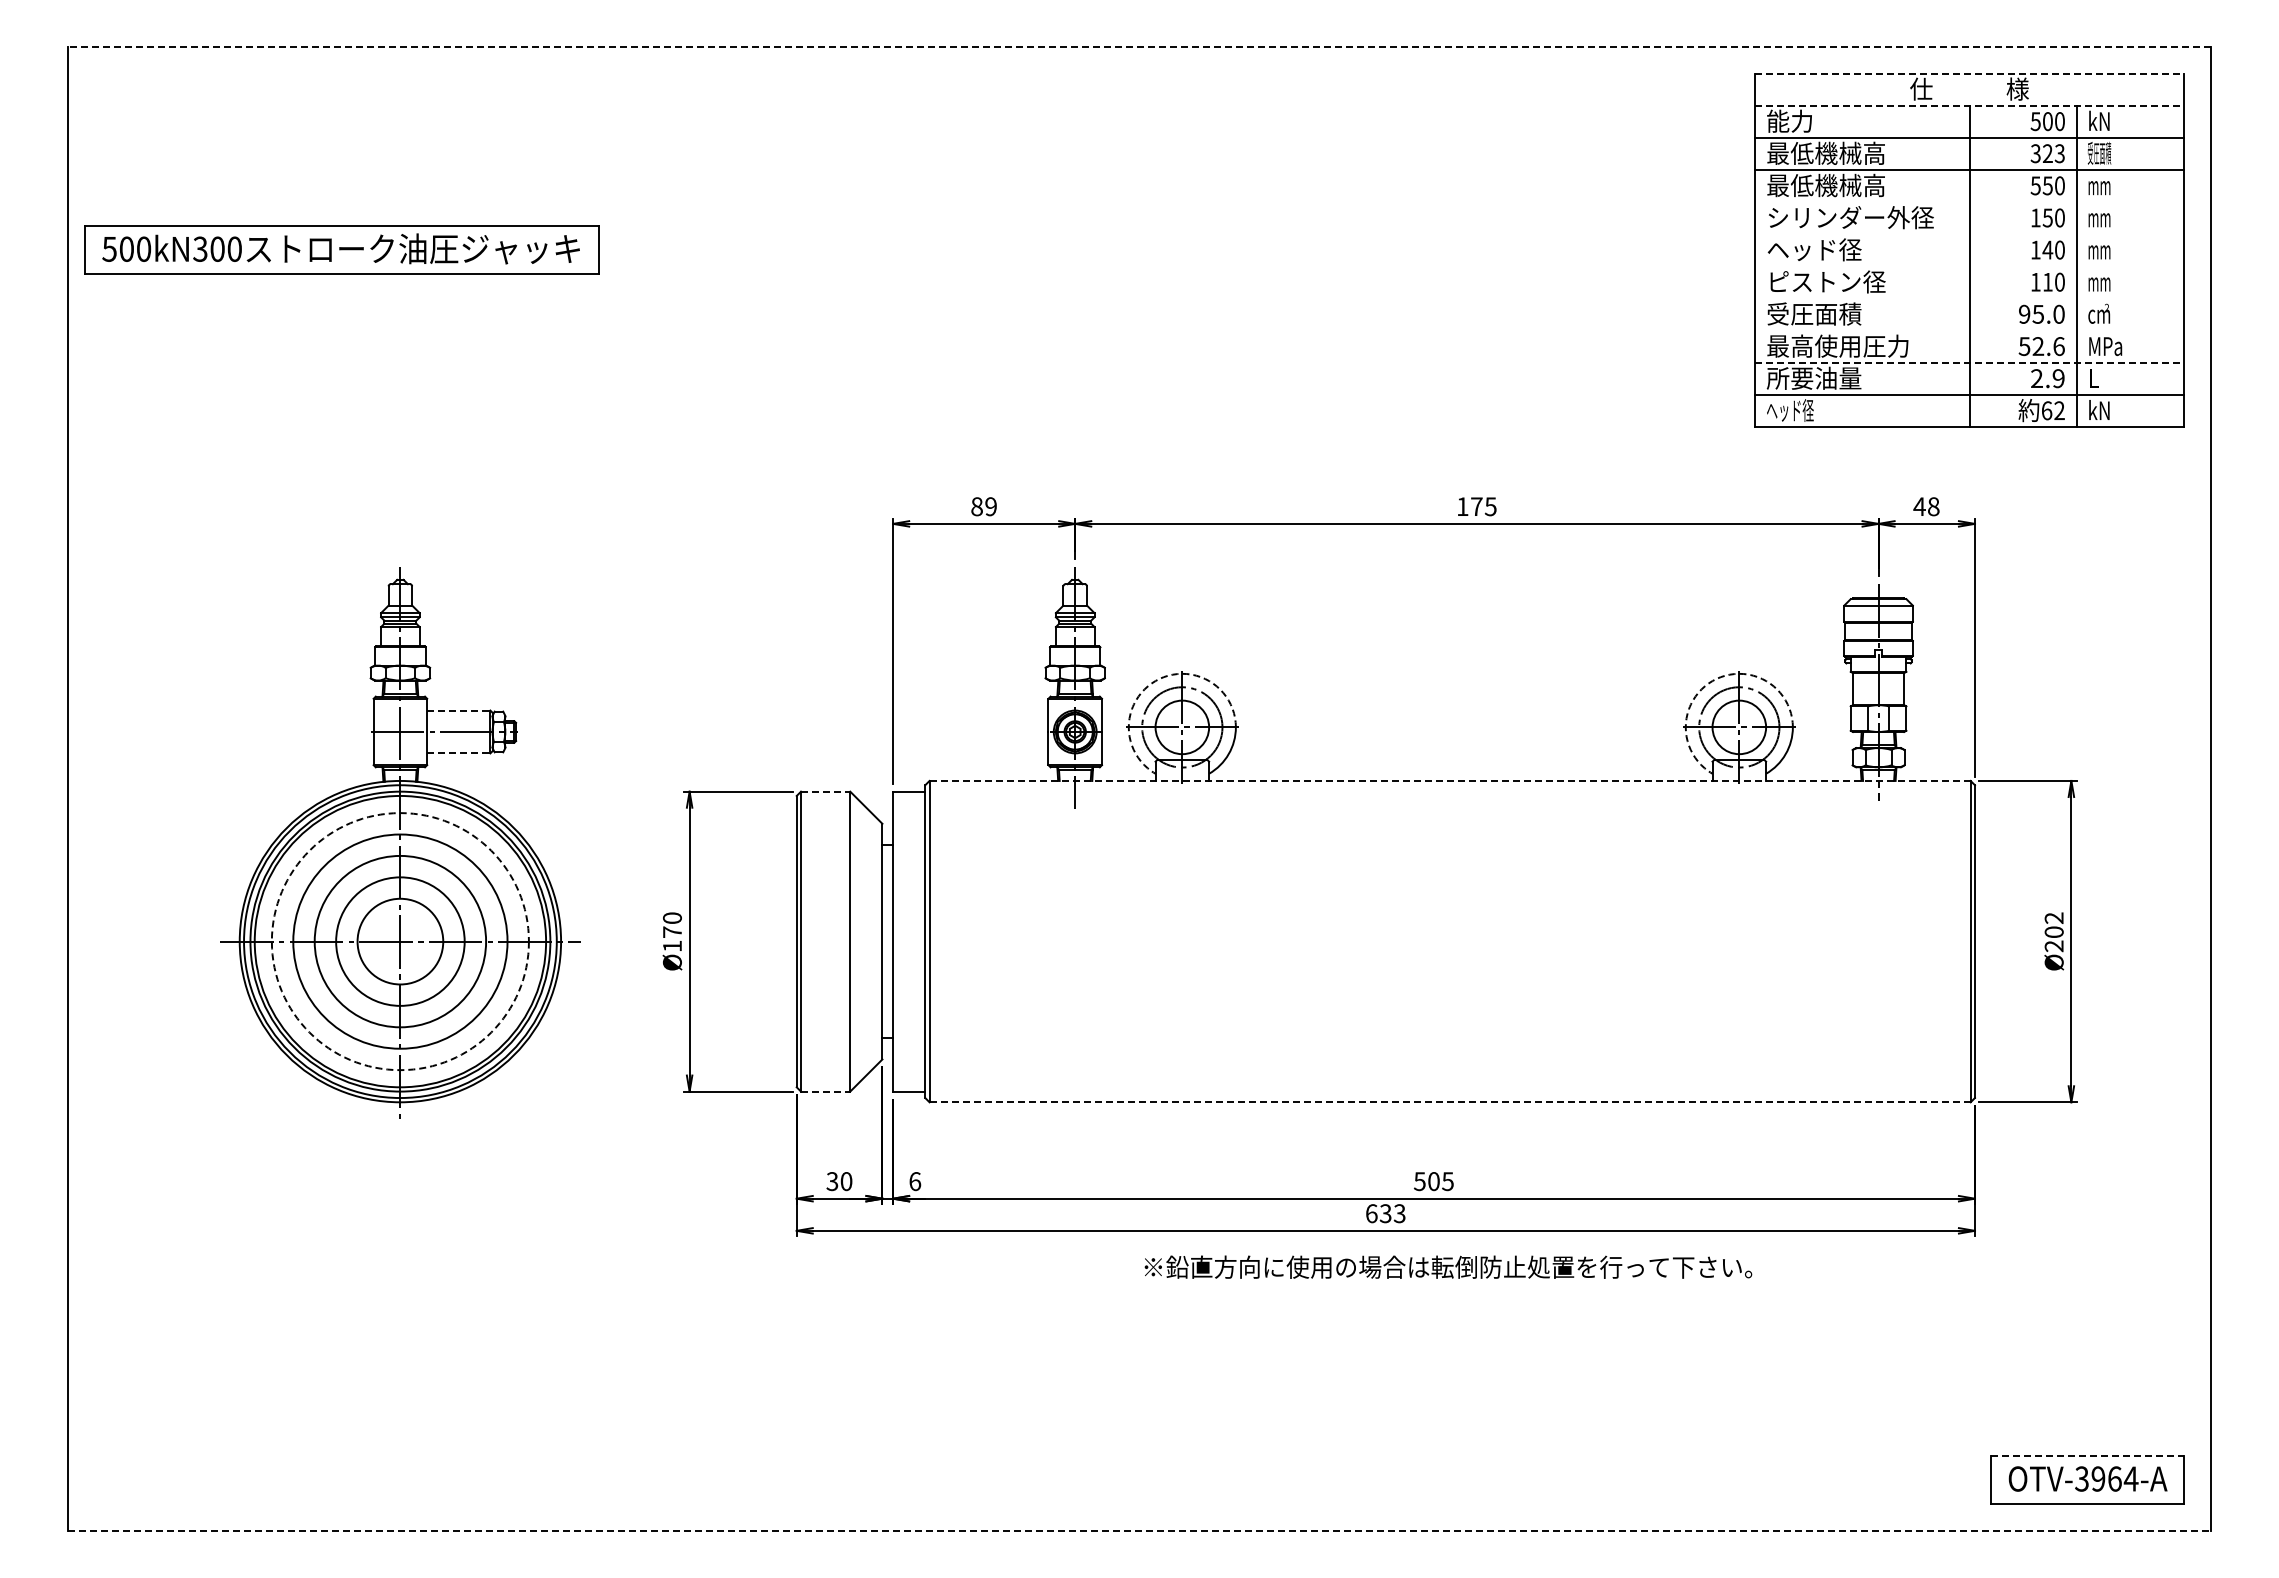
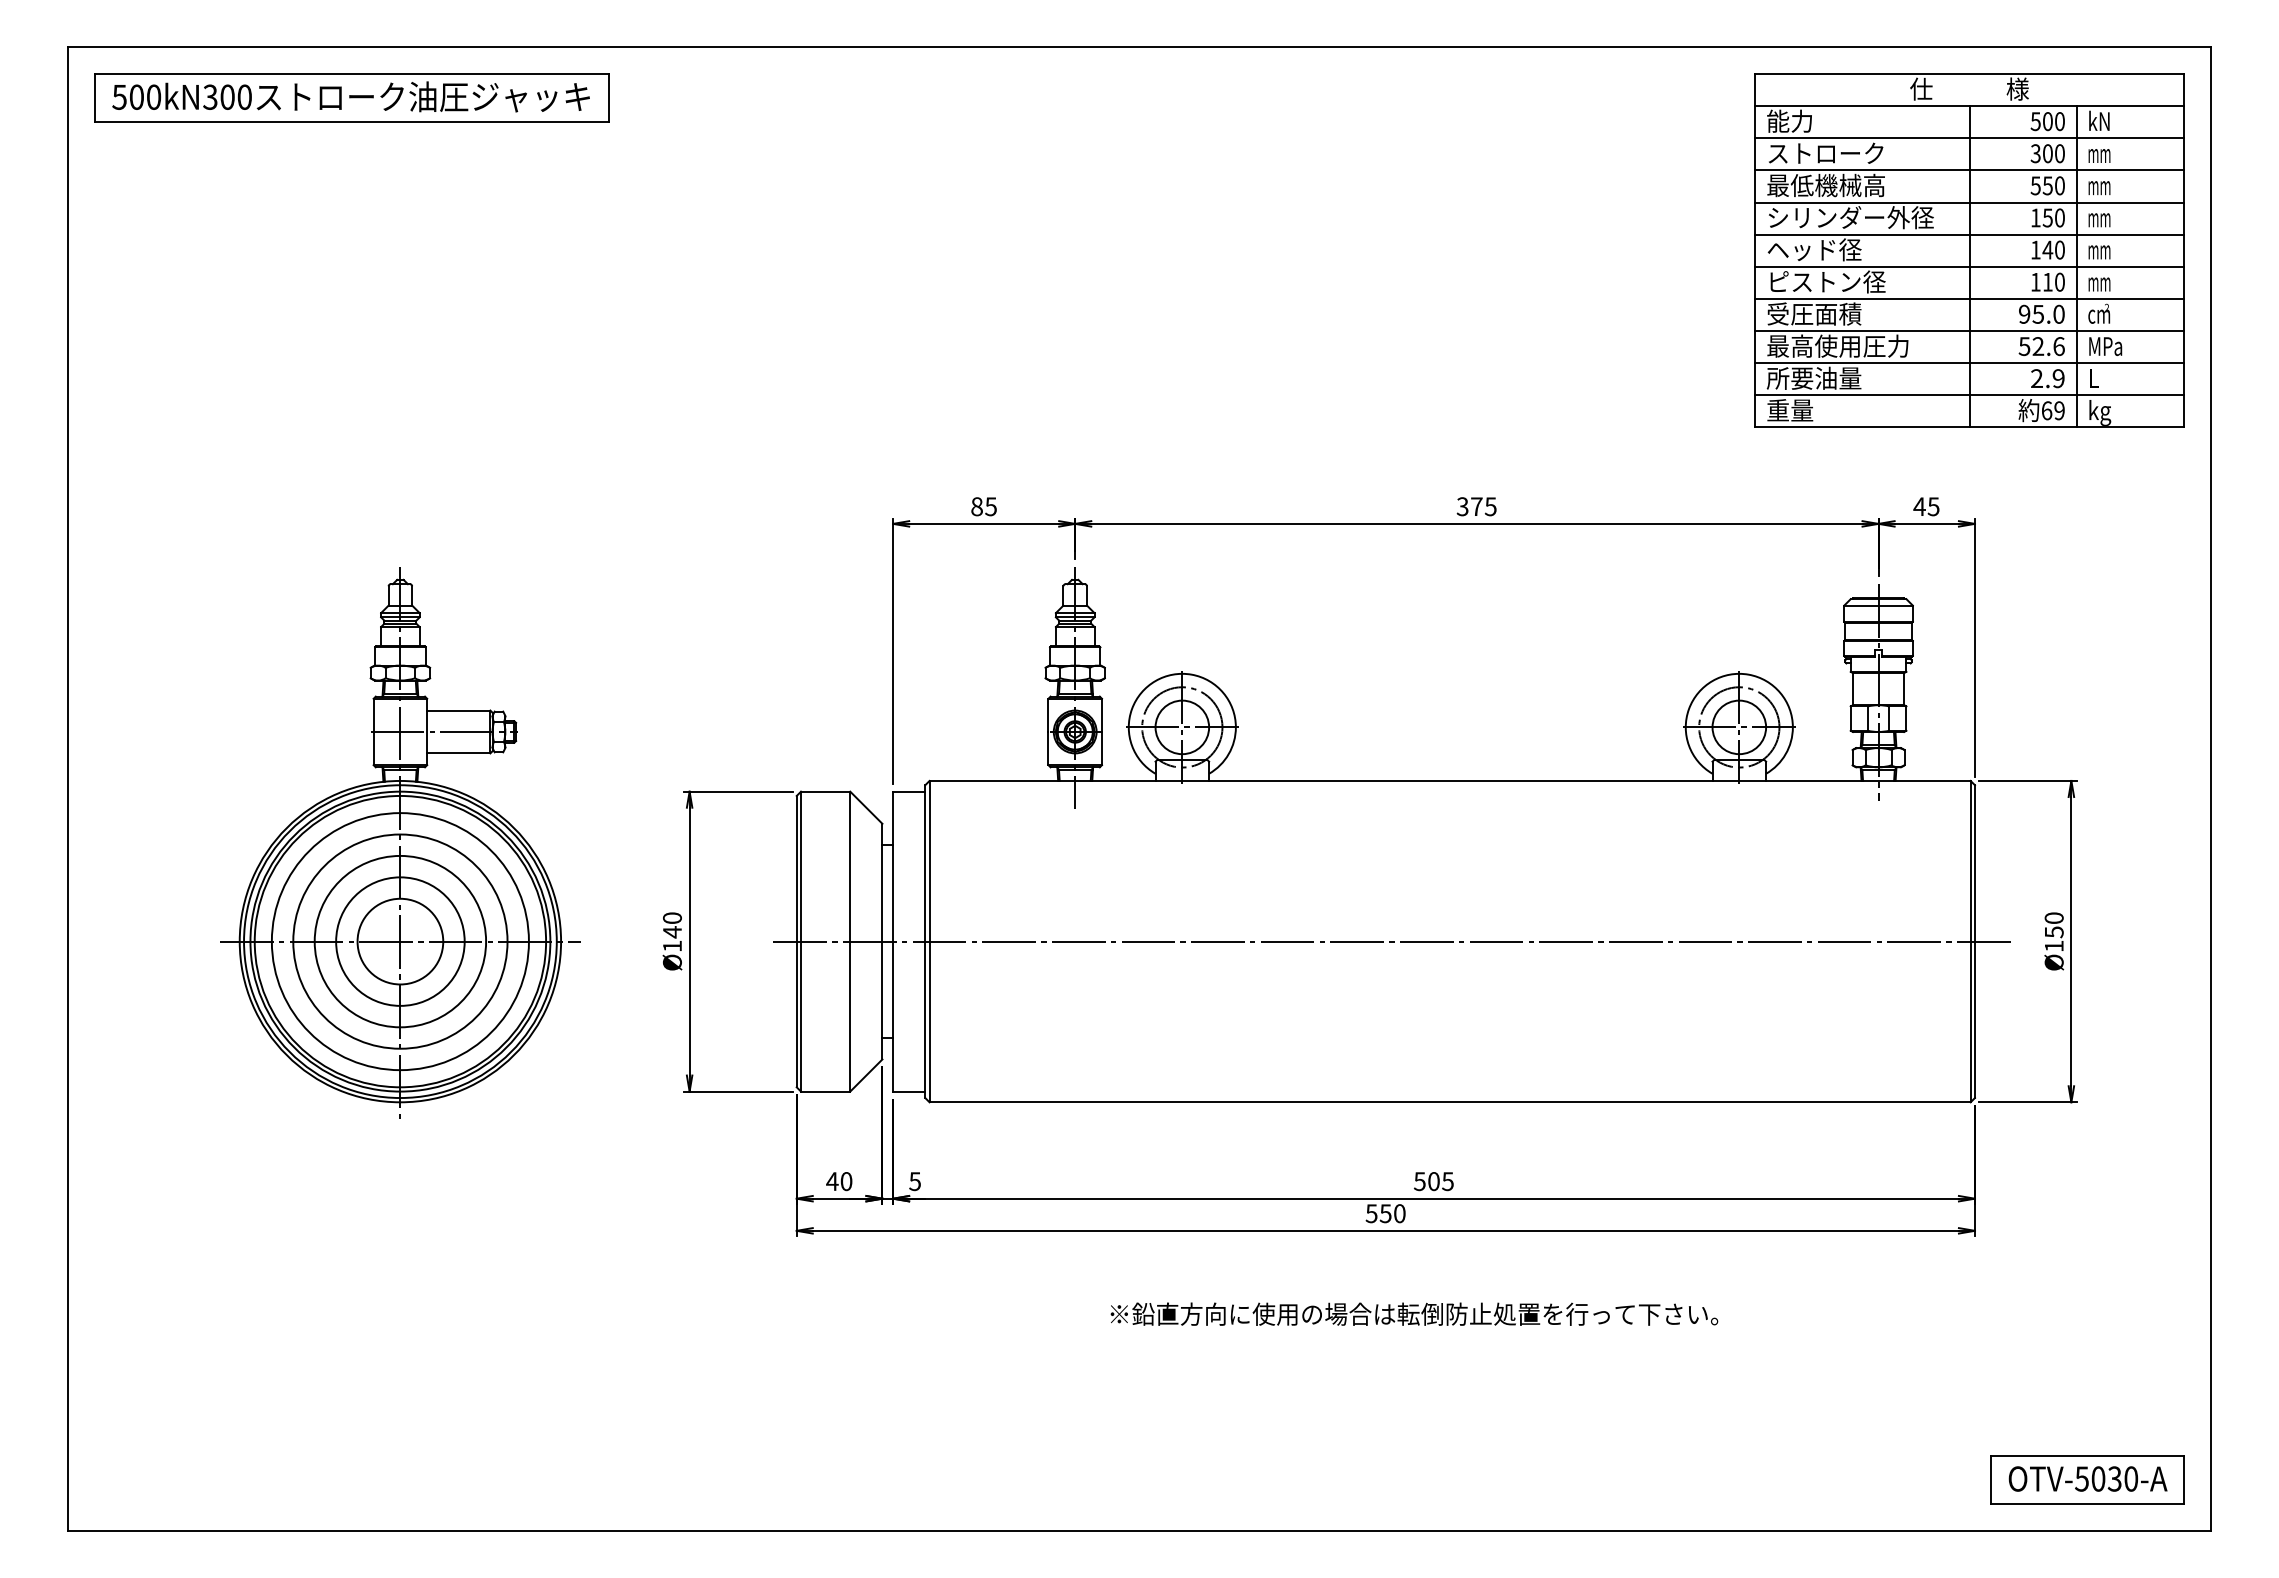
line at (1139, 47): dashed -> solid
line at (1970, 74): dashed -> solid
line at (1970, 106): dashed -> solid
text at (1825, 152): 最低機械高 -> ストローク
text at (2099, 152): 受圧面積 -> mm
text at (2053, 153): 323 -> 300
line at (1969, 202): none -> present
line at (1969, 234): none -> present
part at (341, 249) position: (341, 249) -> (351, 97)
line at (1969, 266): none -> present
line at (1969, 298): none -> present
line at (1969, 331): none -> present
line at (1970, 363): dashed -> solid
text at (1790, 410): ヘッド径 -> 重量
text at (2059, 410): 62 -> 69
text at (2100, 412): kN -> kg
text at (990, 506): 89 -> 85
text at (1462, 506): 175 -> 375
text at (1933, 506): 48 -> 45
arc at (1155, 681): dashed -> solid
arc at (1712, 681): dashed -> solid
line at (458, 710): dashed -> solid
line at (458, 753): dashed -> solid
line at (1450, 780): dashed -> solid
line at (825, 791): dashed -> solid
text at (672, 932): Ø170 -> Ø140
text at (2053, 932): Ø202 -> Ø150
circle at (399, 941): dashed -> solid
line at (1391, 941): none -> present
line at (825, 1091): dashed -> solid
line at (1450, 1102): dashed -> solid
text at (832, 1181): 30 -> 40
text at (915, 1181): 6 -> 5
text at (1385, 1213): 633 -> 550
text at (1448, 1266) position: (1448, 1266) -> (1414, 1313)
line at (2087, 1455): dashed -> solid
text at (2106, 1478): OTV-3964-A -> OTV-5030-A
line at (1139, 1530): dashed -> solid
